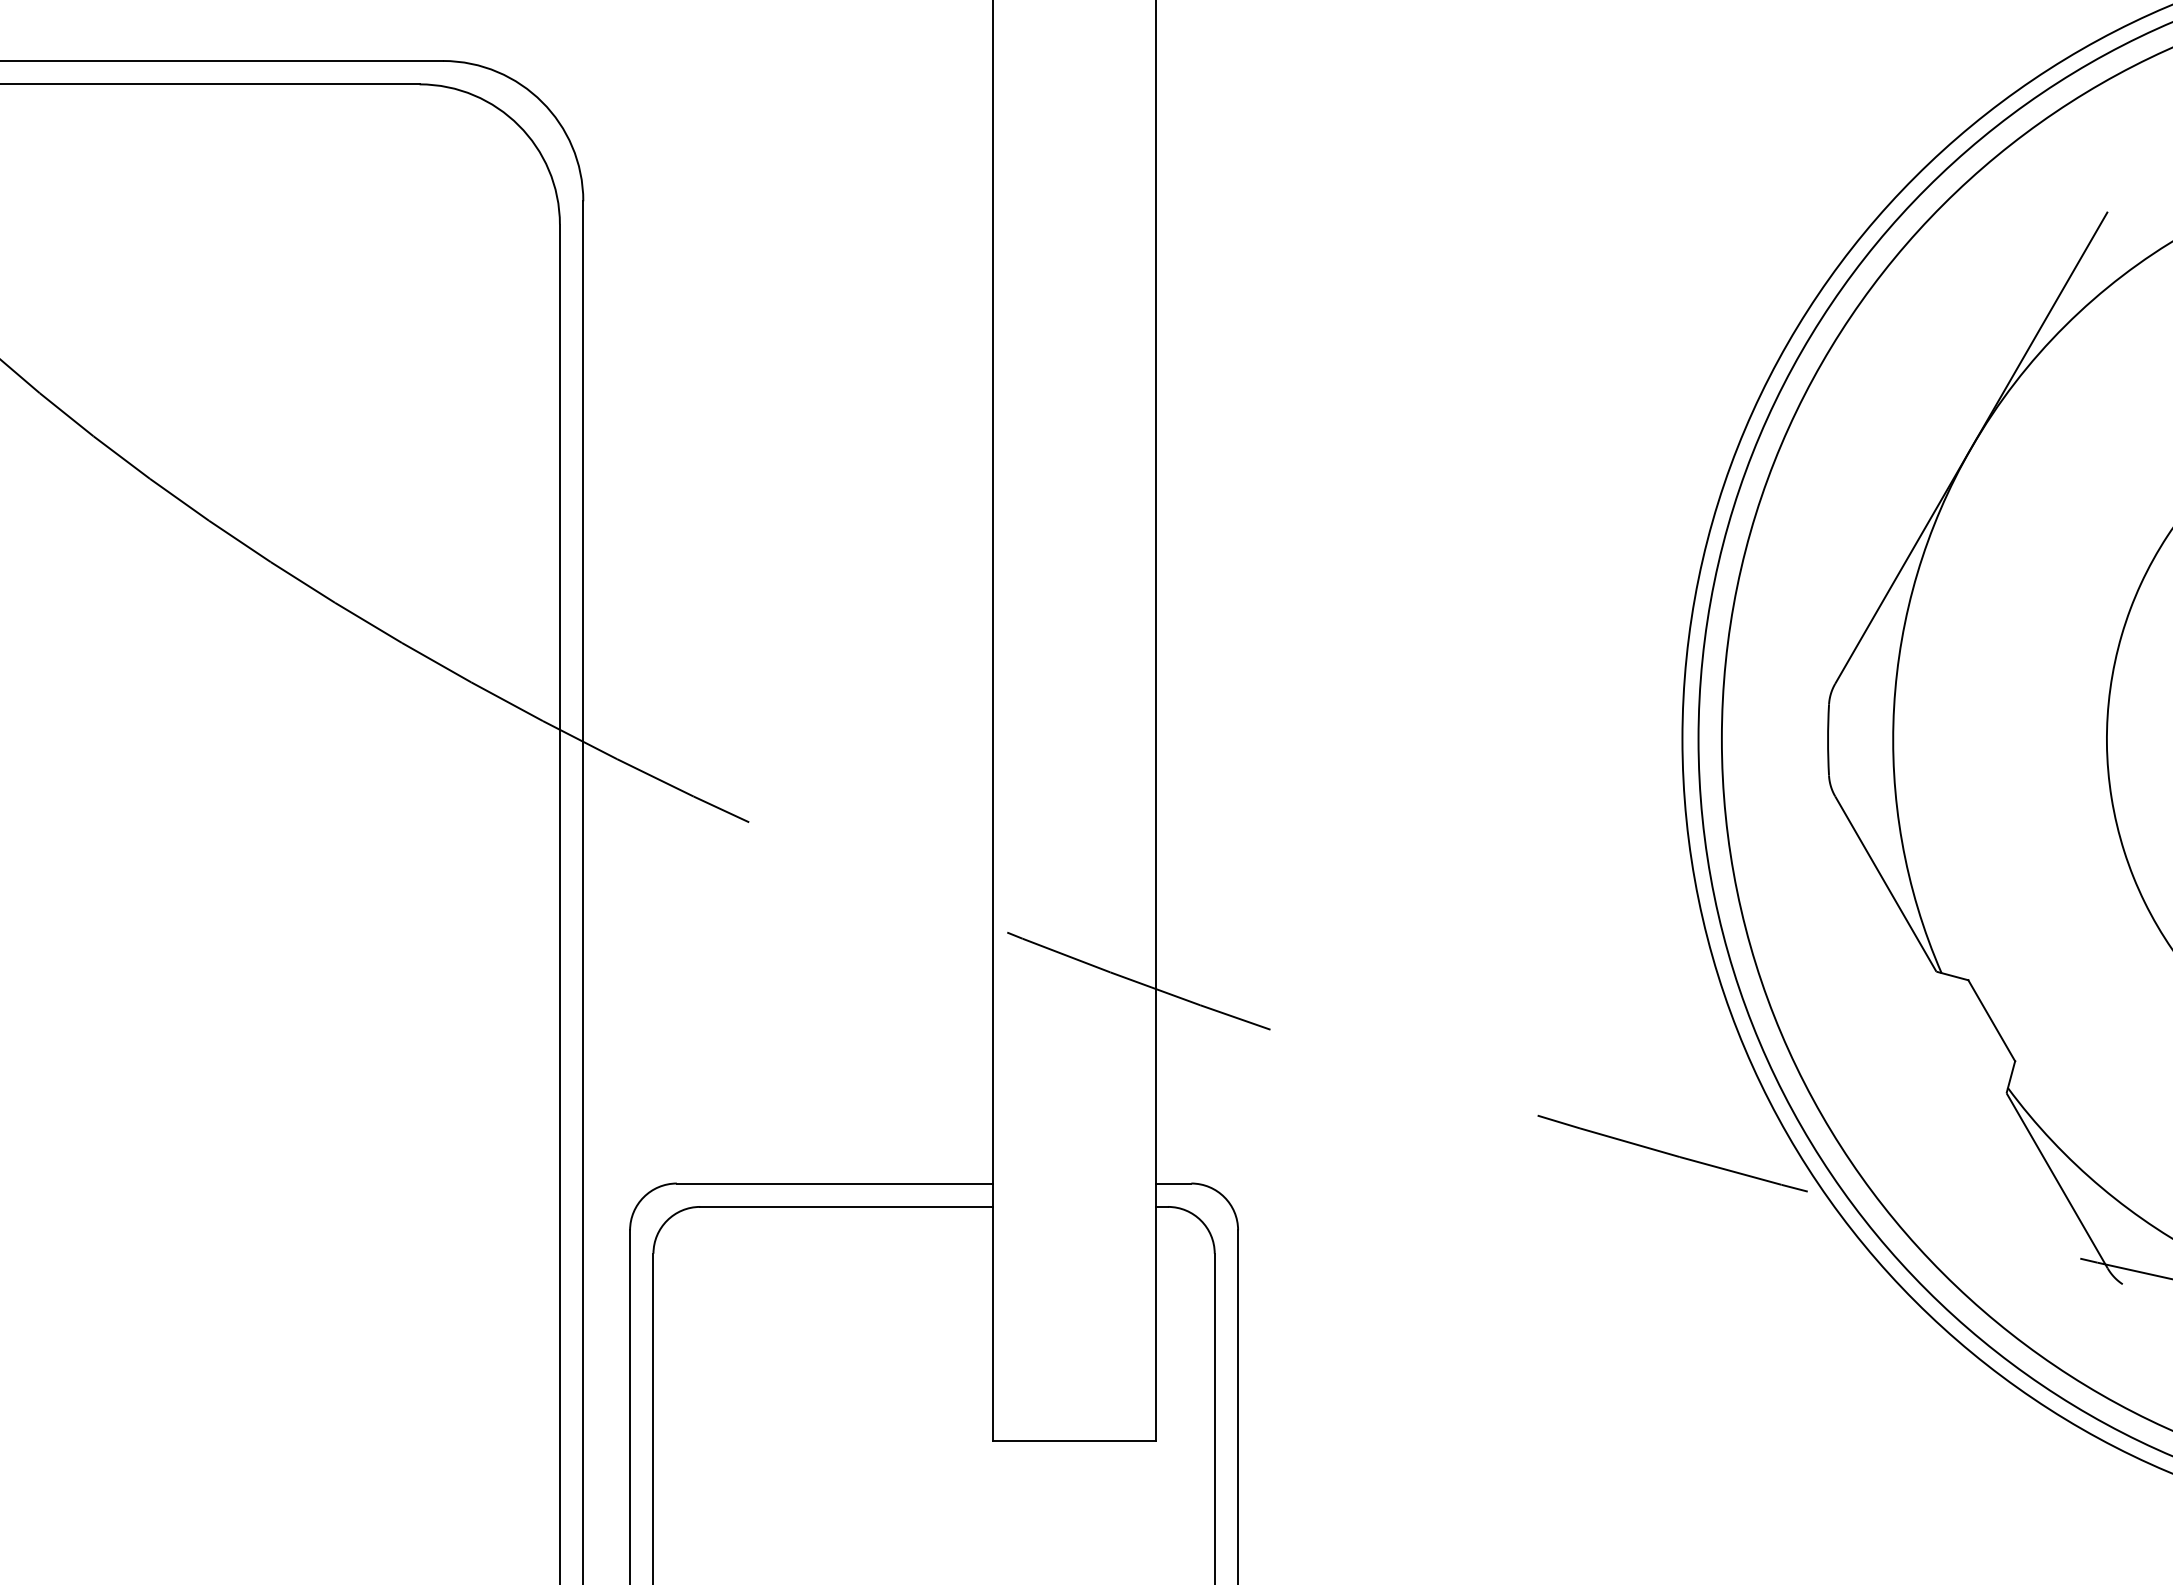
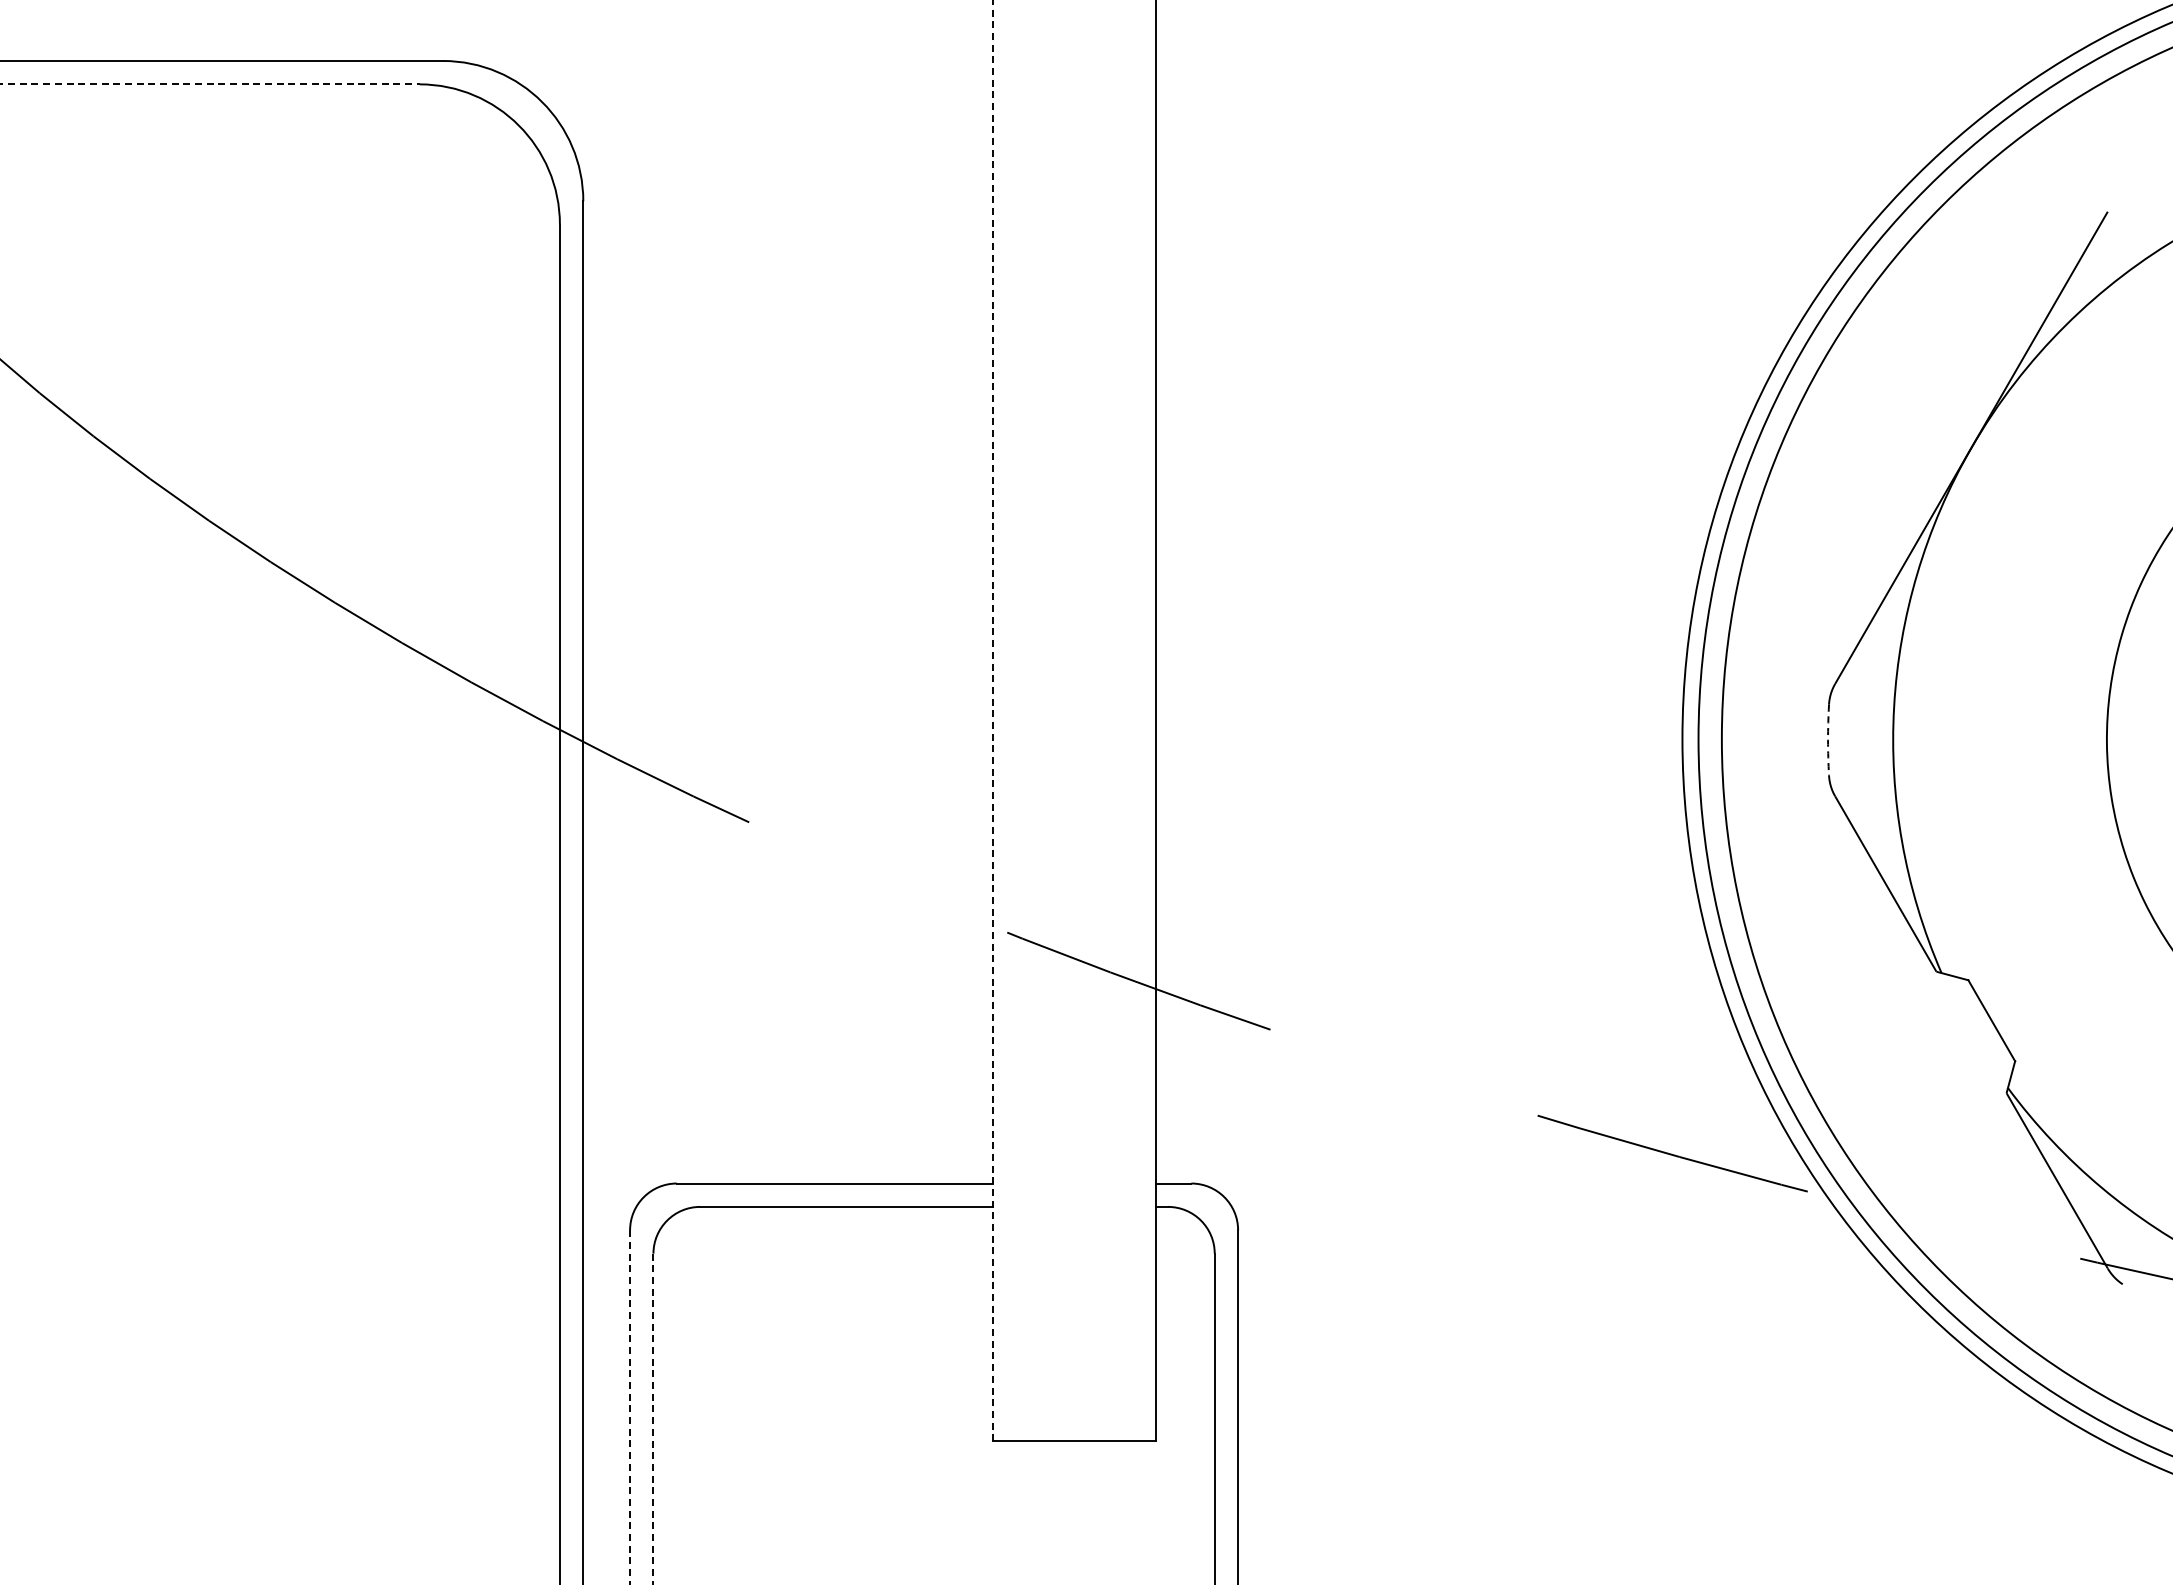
line at (210, 84): solid -> dashed
line at (992, 721): solid -> dashed
arc at (1828, 740): solid -> dashed
line at (630, 1407): solid -> dashed
line at (653, 1419): solid -> dashed
